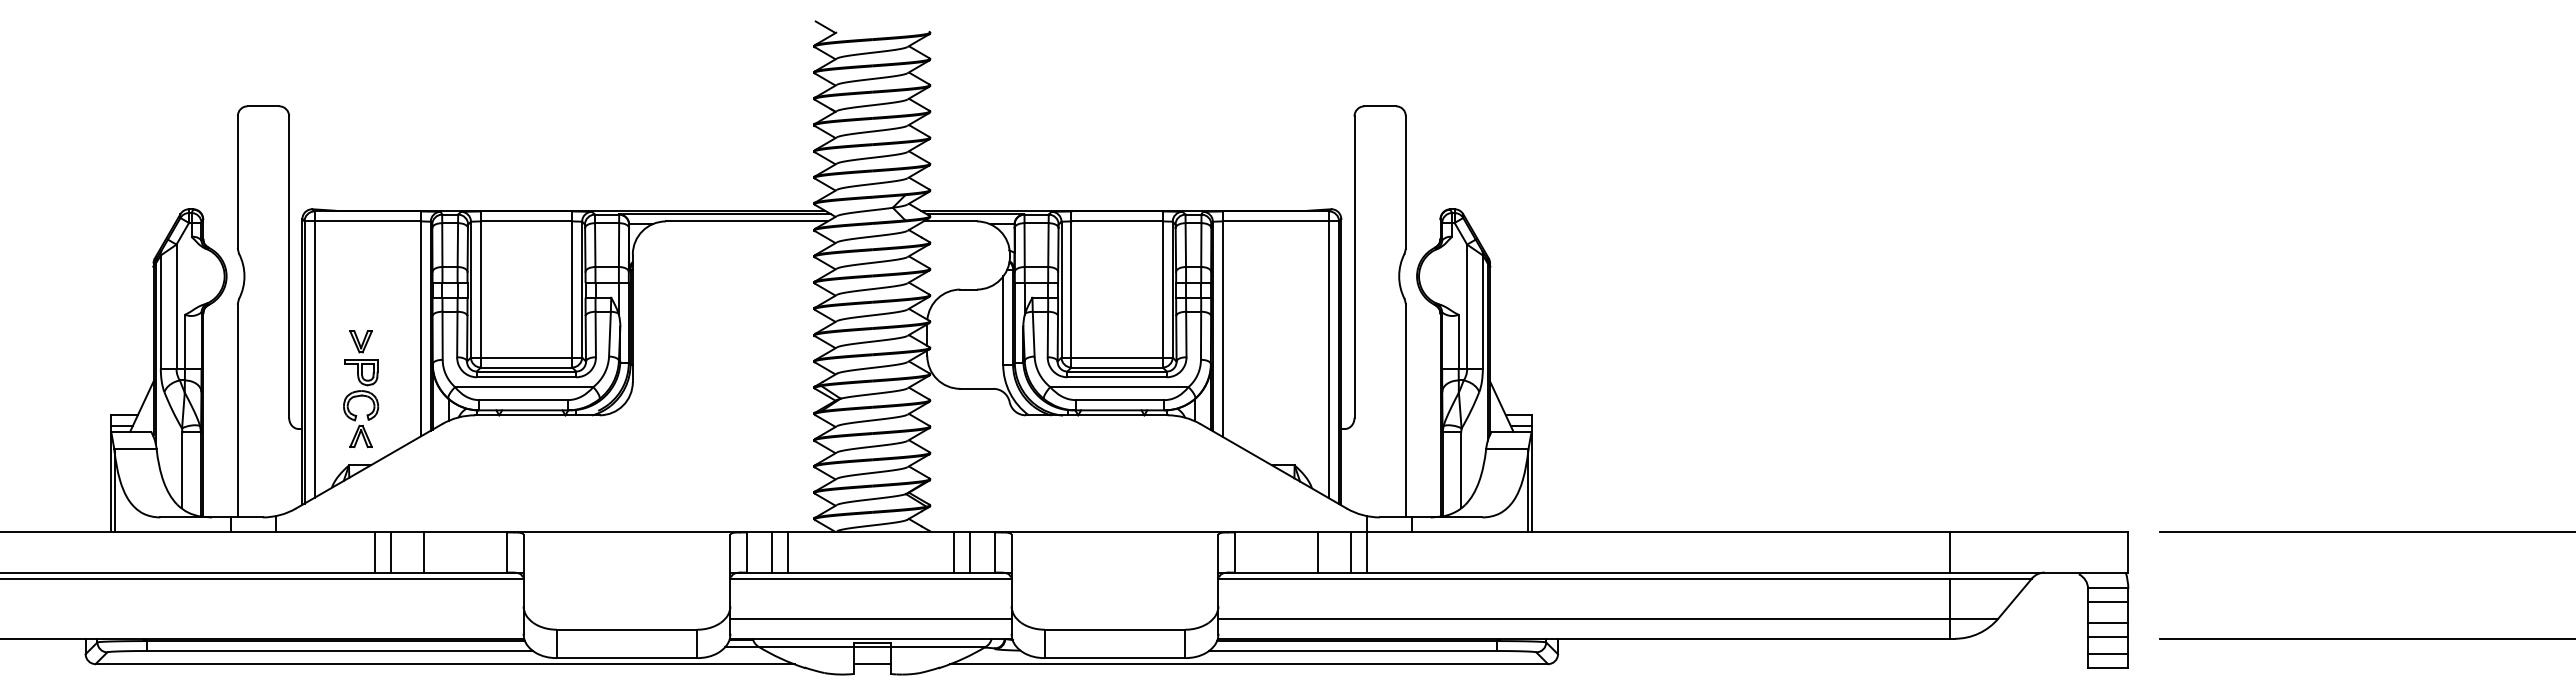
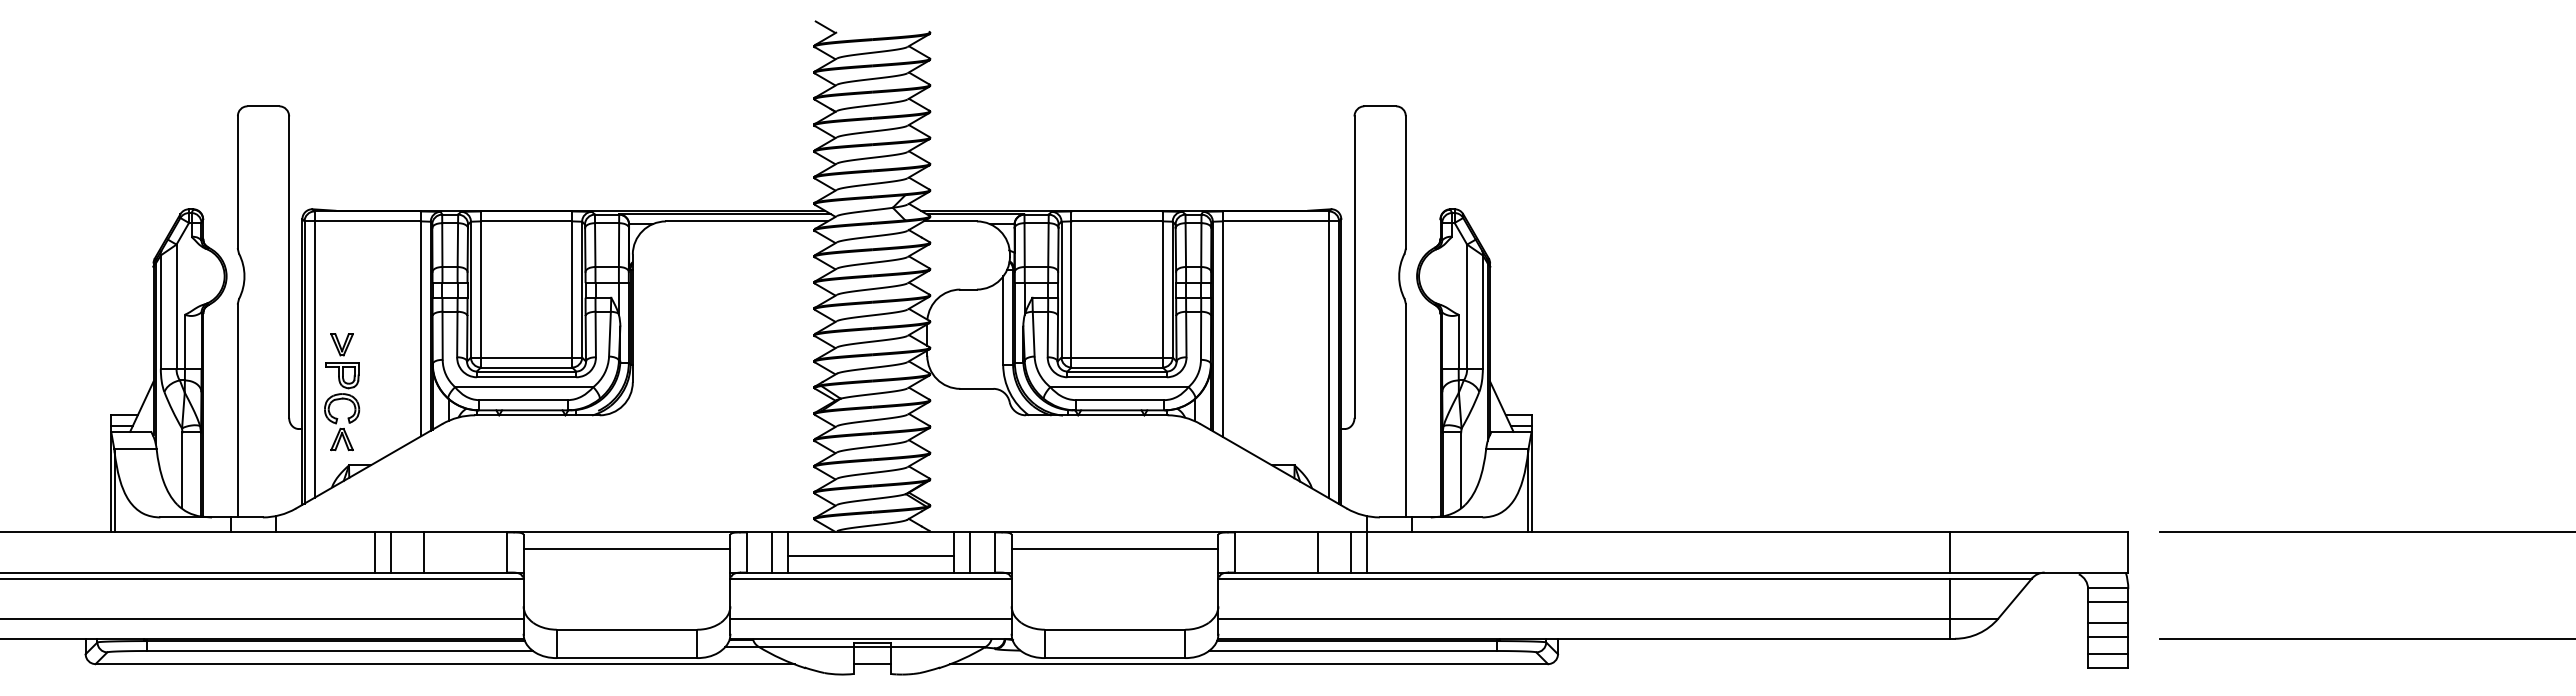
part at (361, 389) position: (361, 389) -> (342, 392)
line at (626, 549): none -> present
line at (1114, 549): none -> present
line at (870, 555): none -> present
line at (262, 618): none -> present
